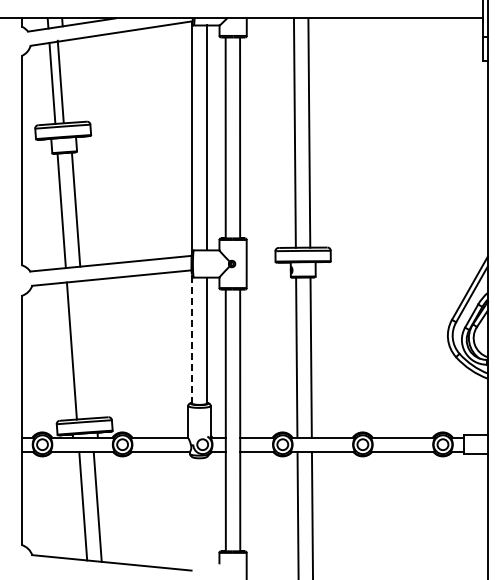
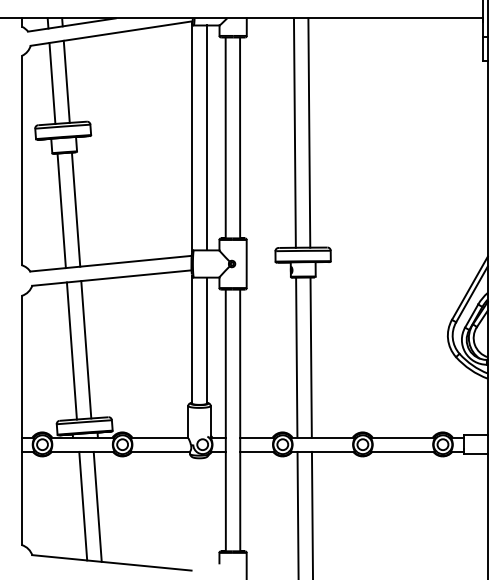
line at (60, 81) position: (60, 81) -> (66, 81)
line at (192, 340): dashed -> solid
line at (86, 349): none -> present
